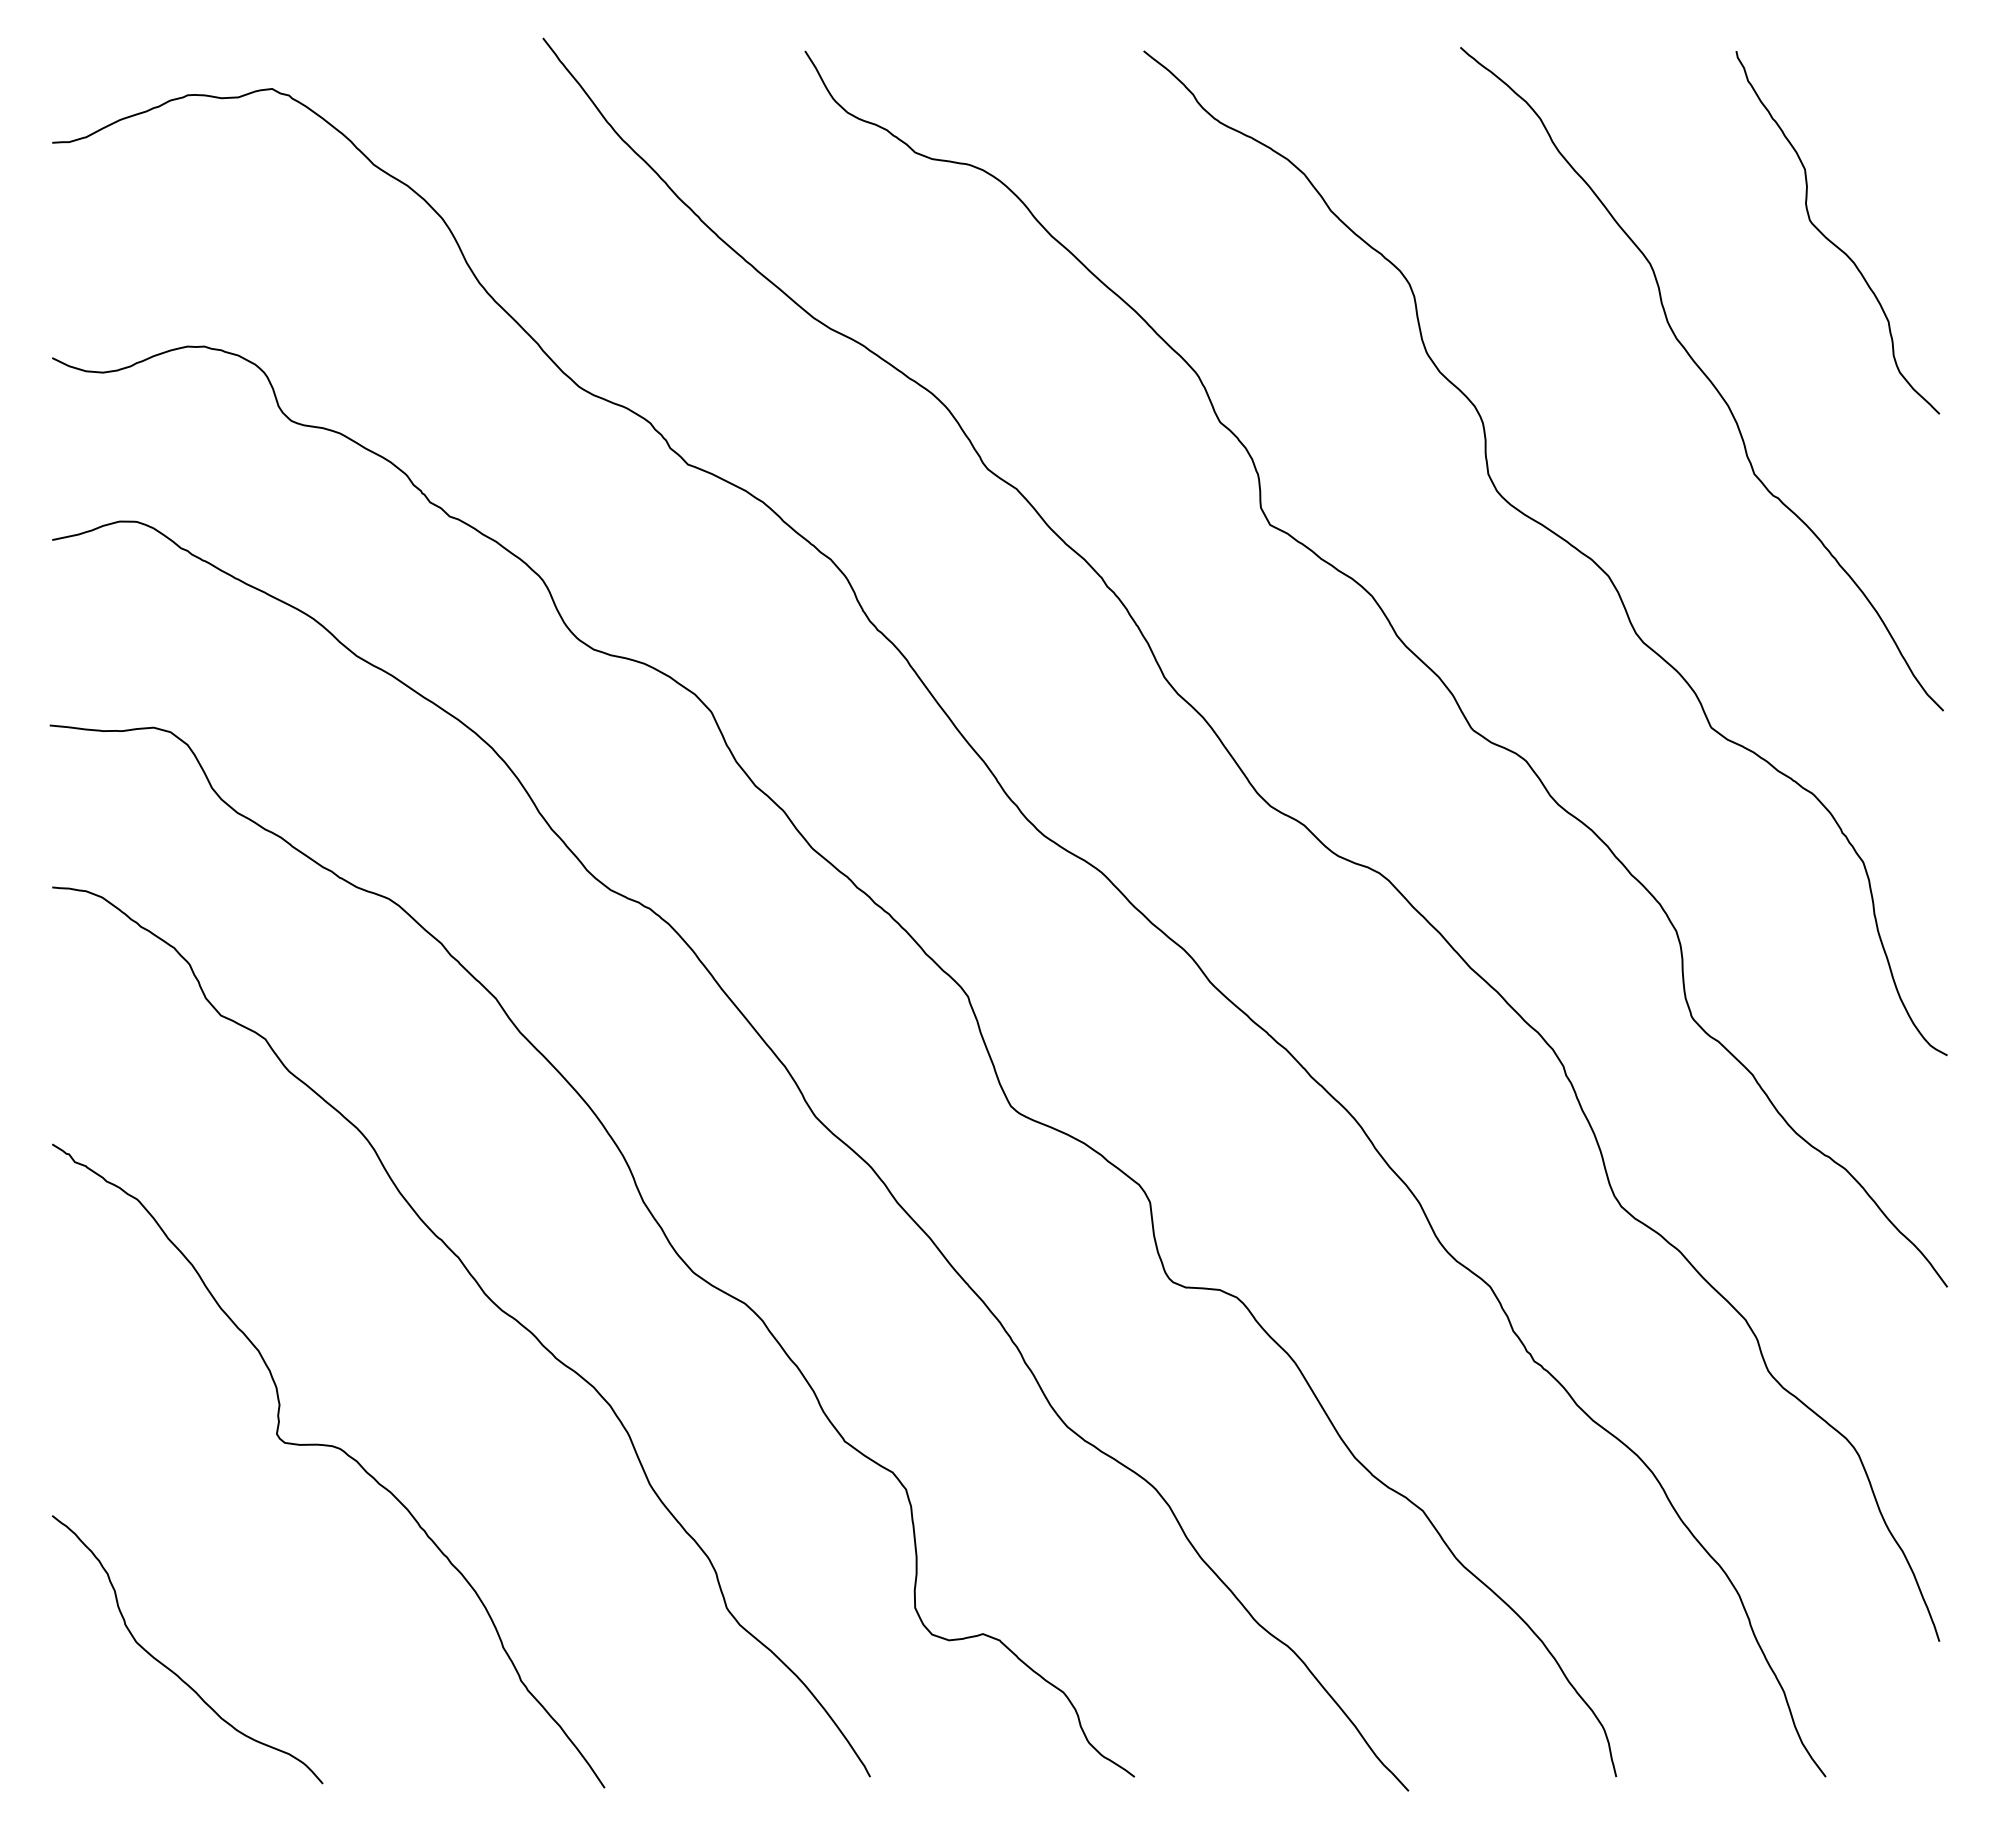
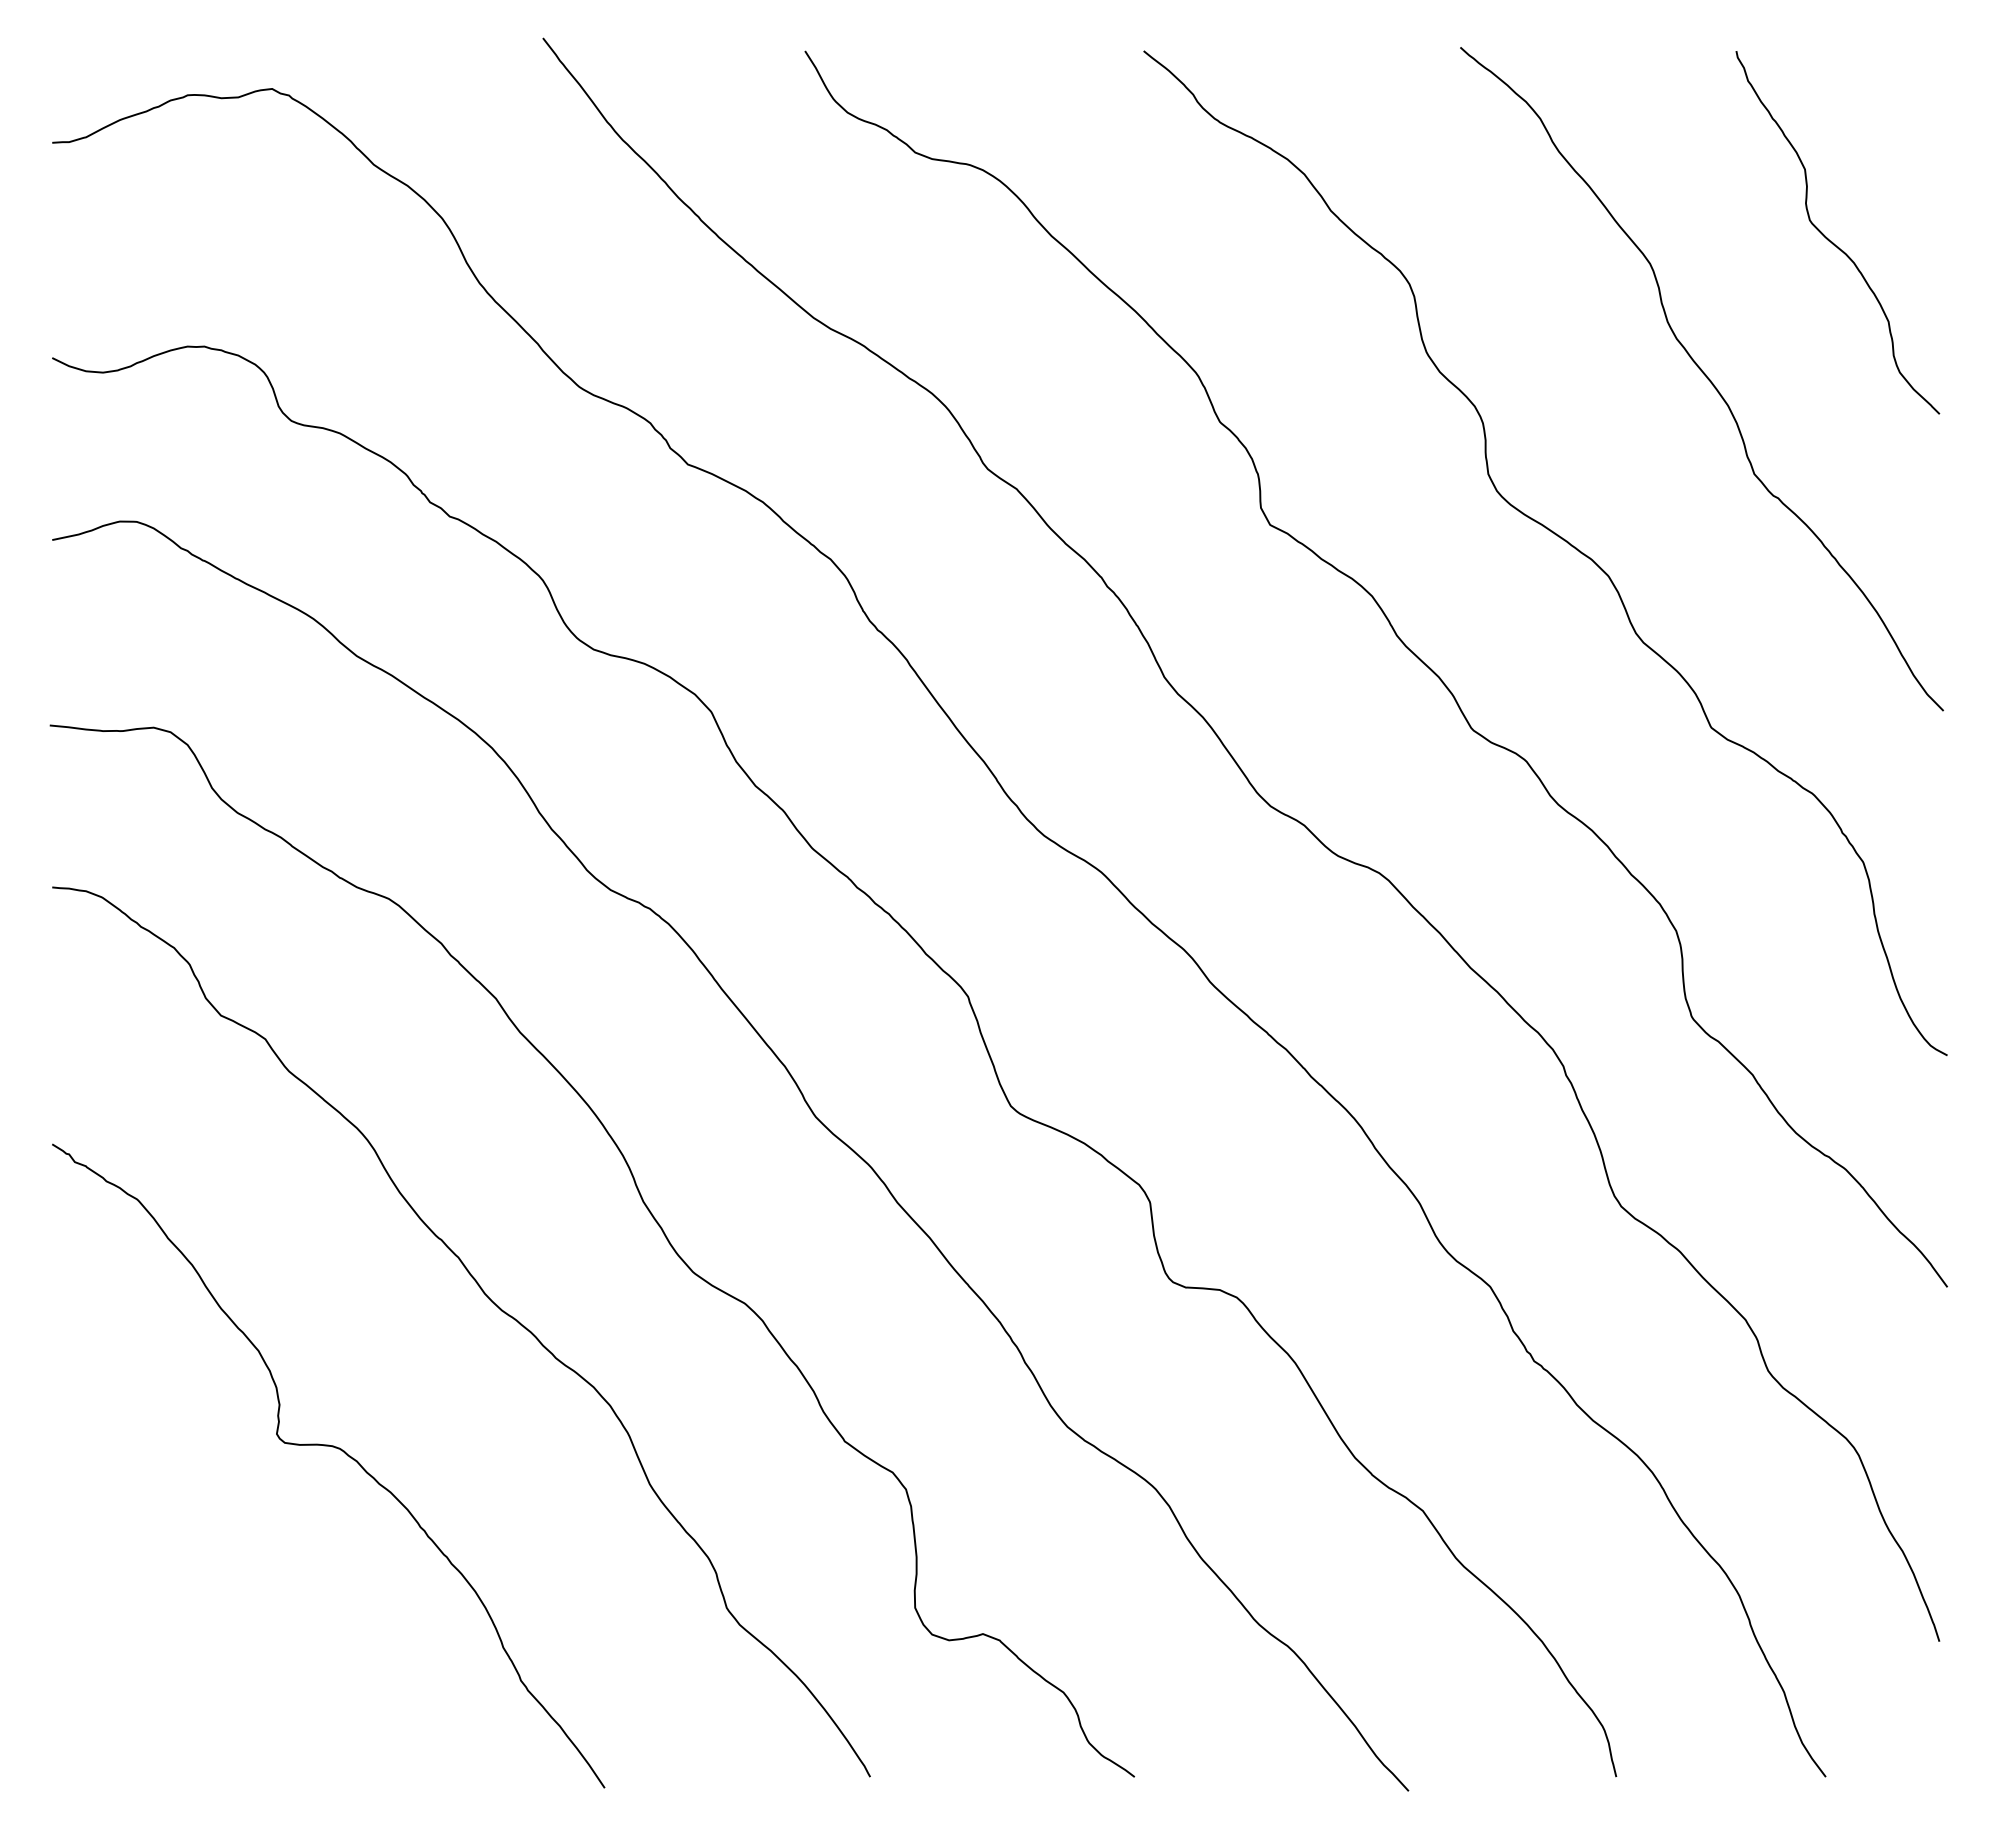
curve at (171, 1669): present -> none
